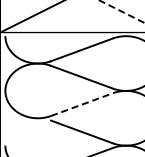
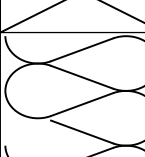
line at (122, 12): dashed -> solid
line at (82, 104): dashed -> solid
